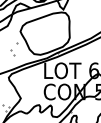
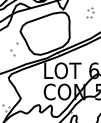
part at (90, 12): none -> present
